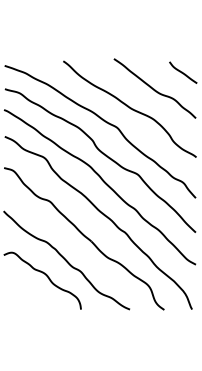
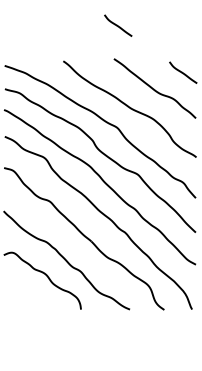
curve at (118, 25): none -> present
